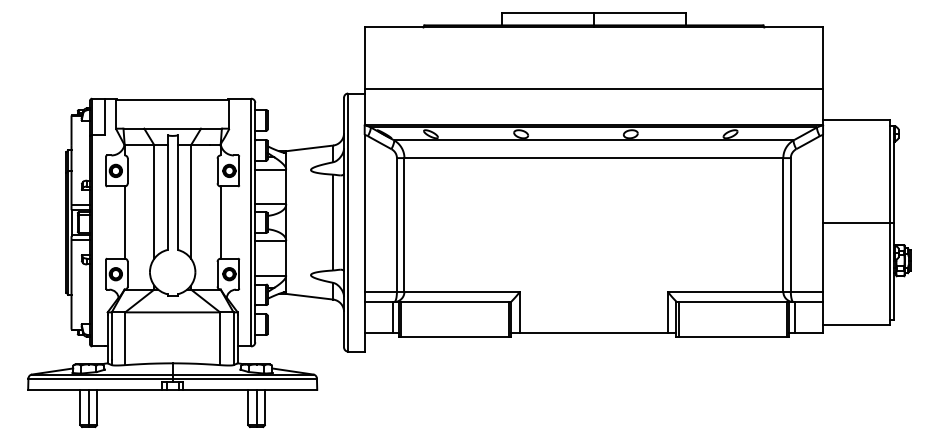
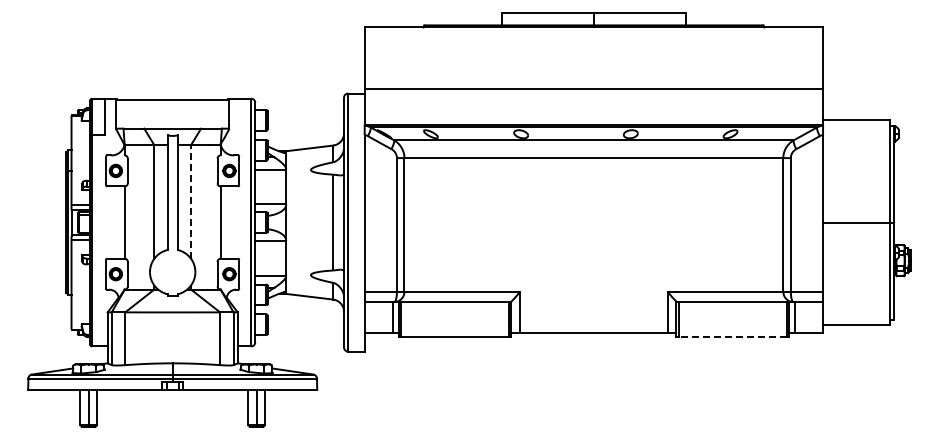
line at (190, 201): solid -> dashed
line at (732, 337): solid -> dashed
